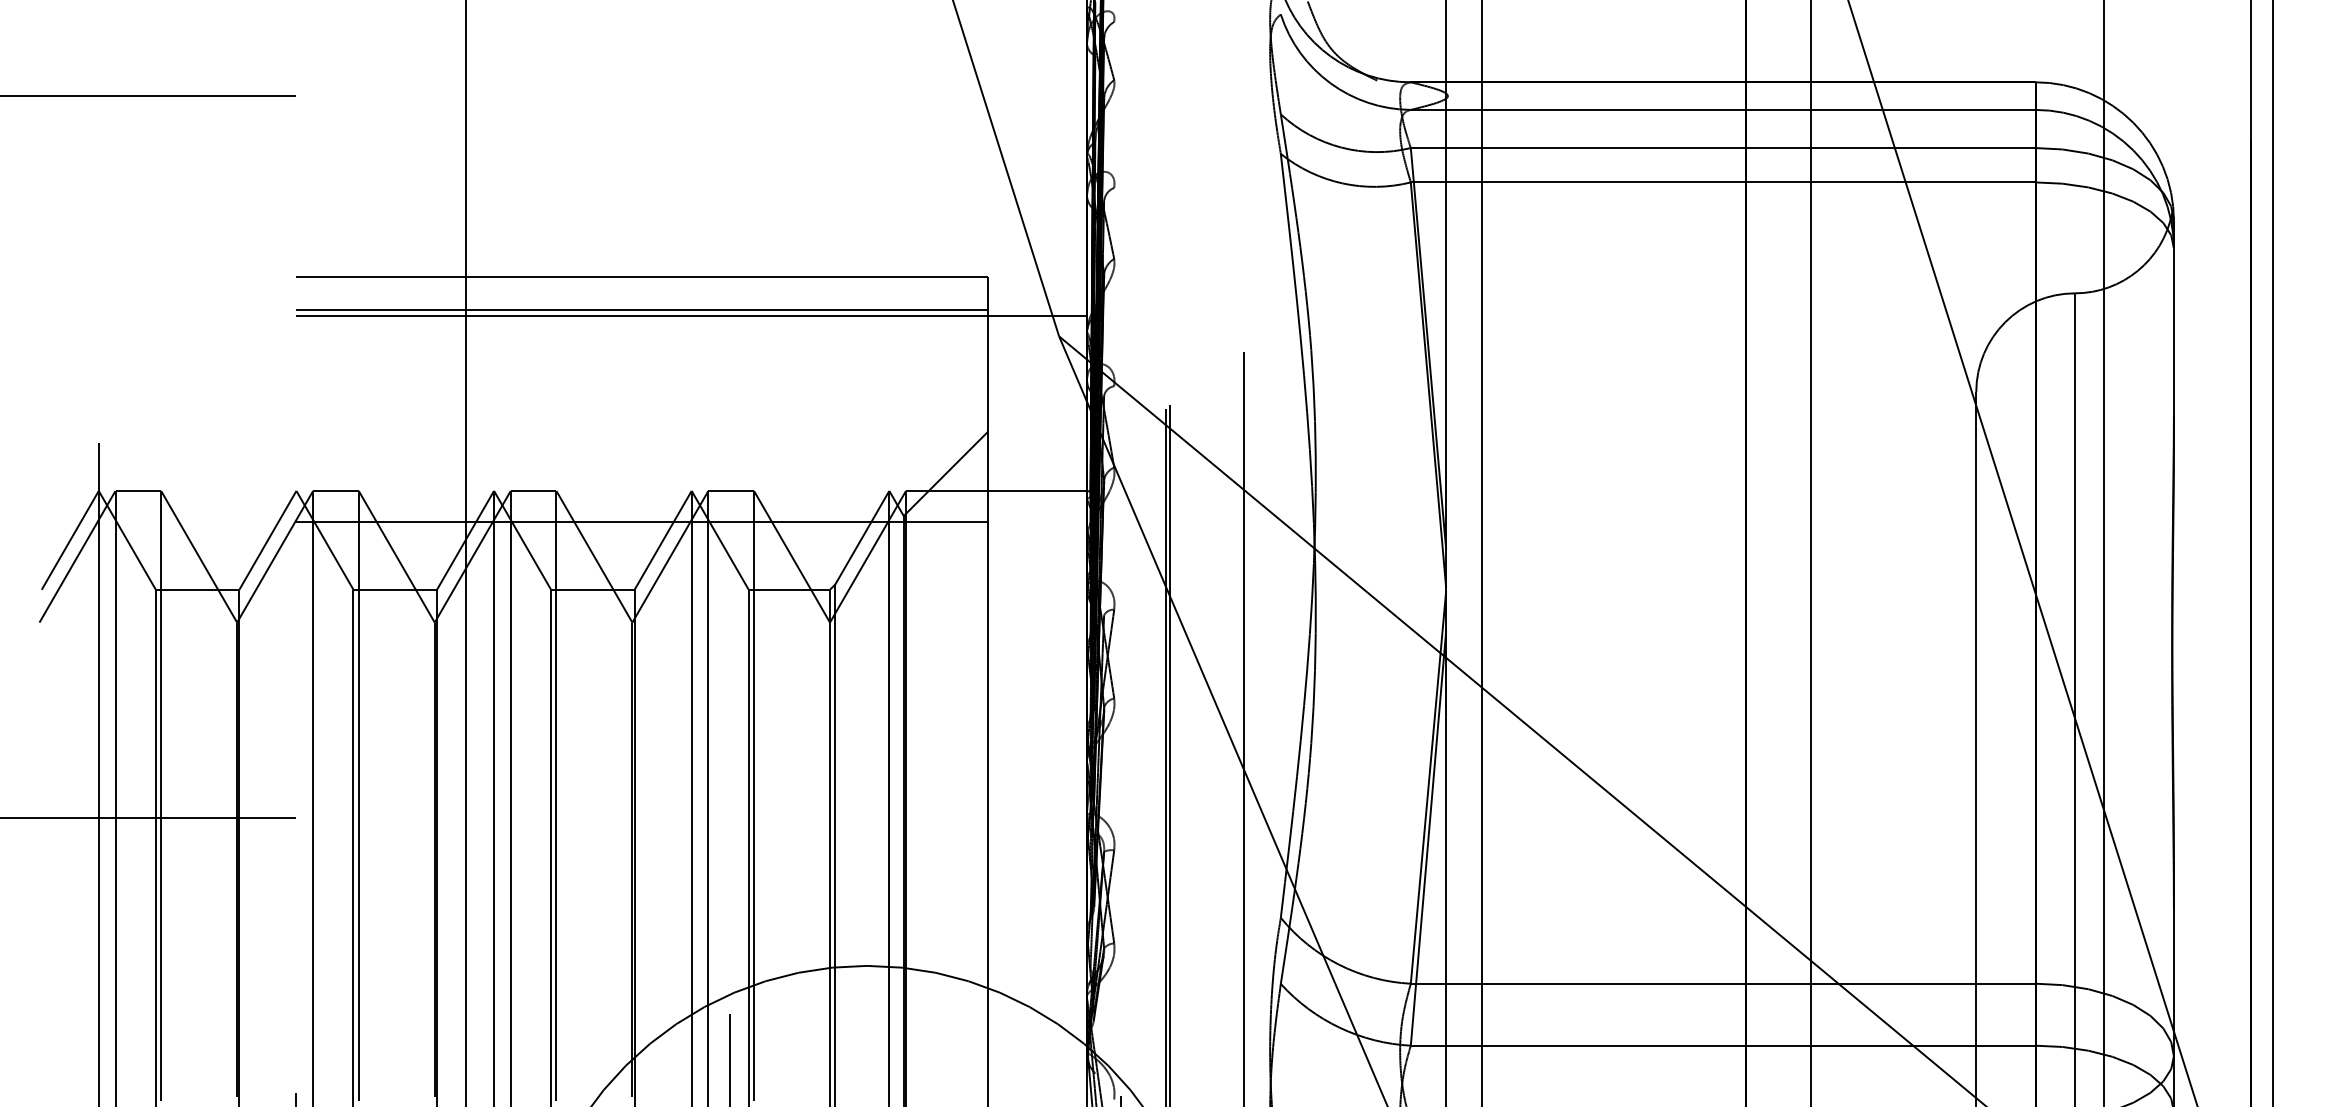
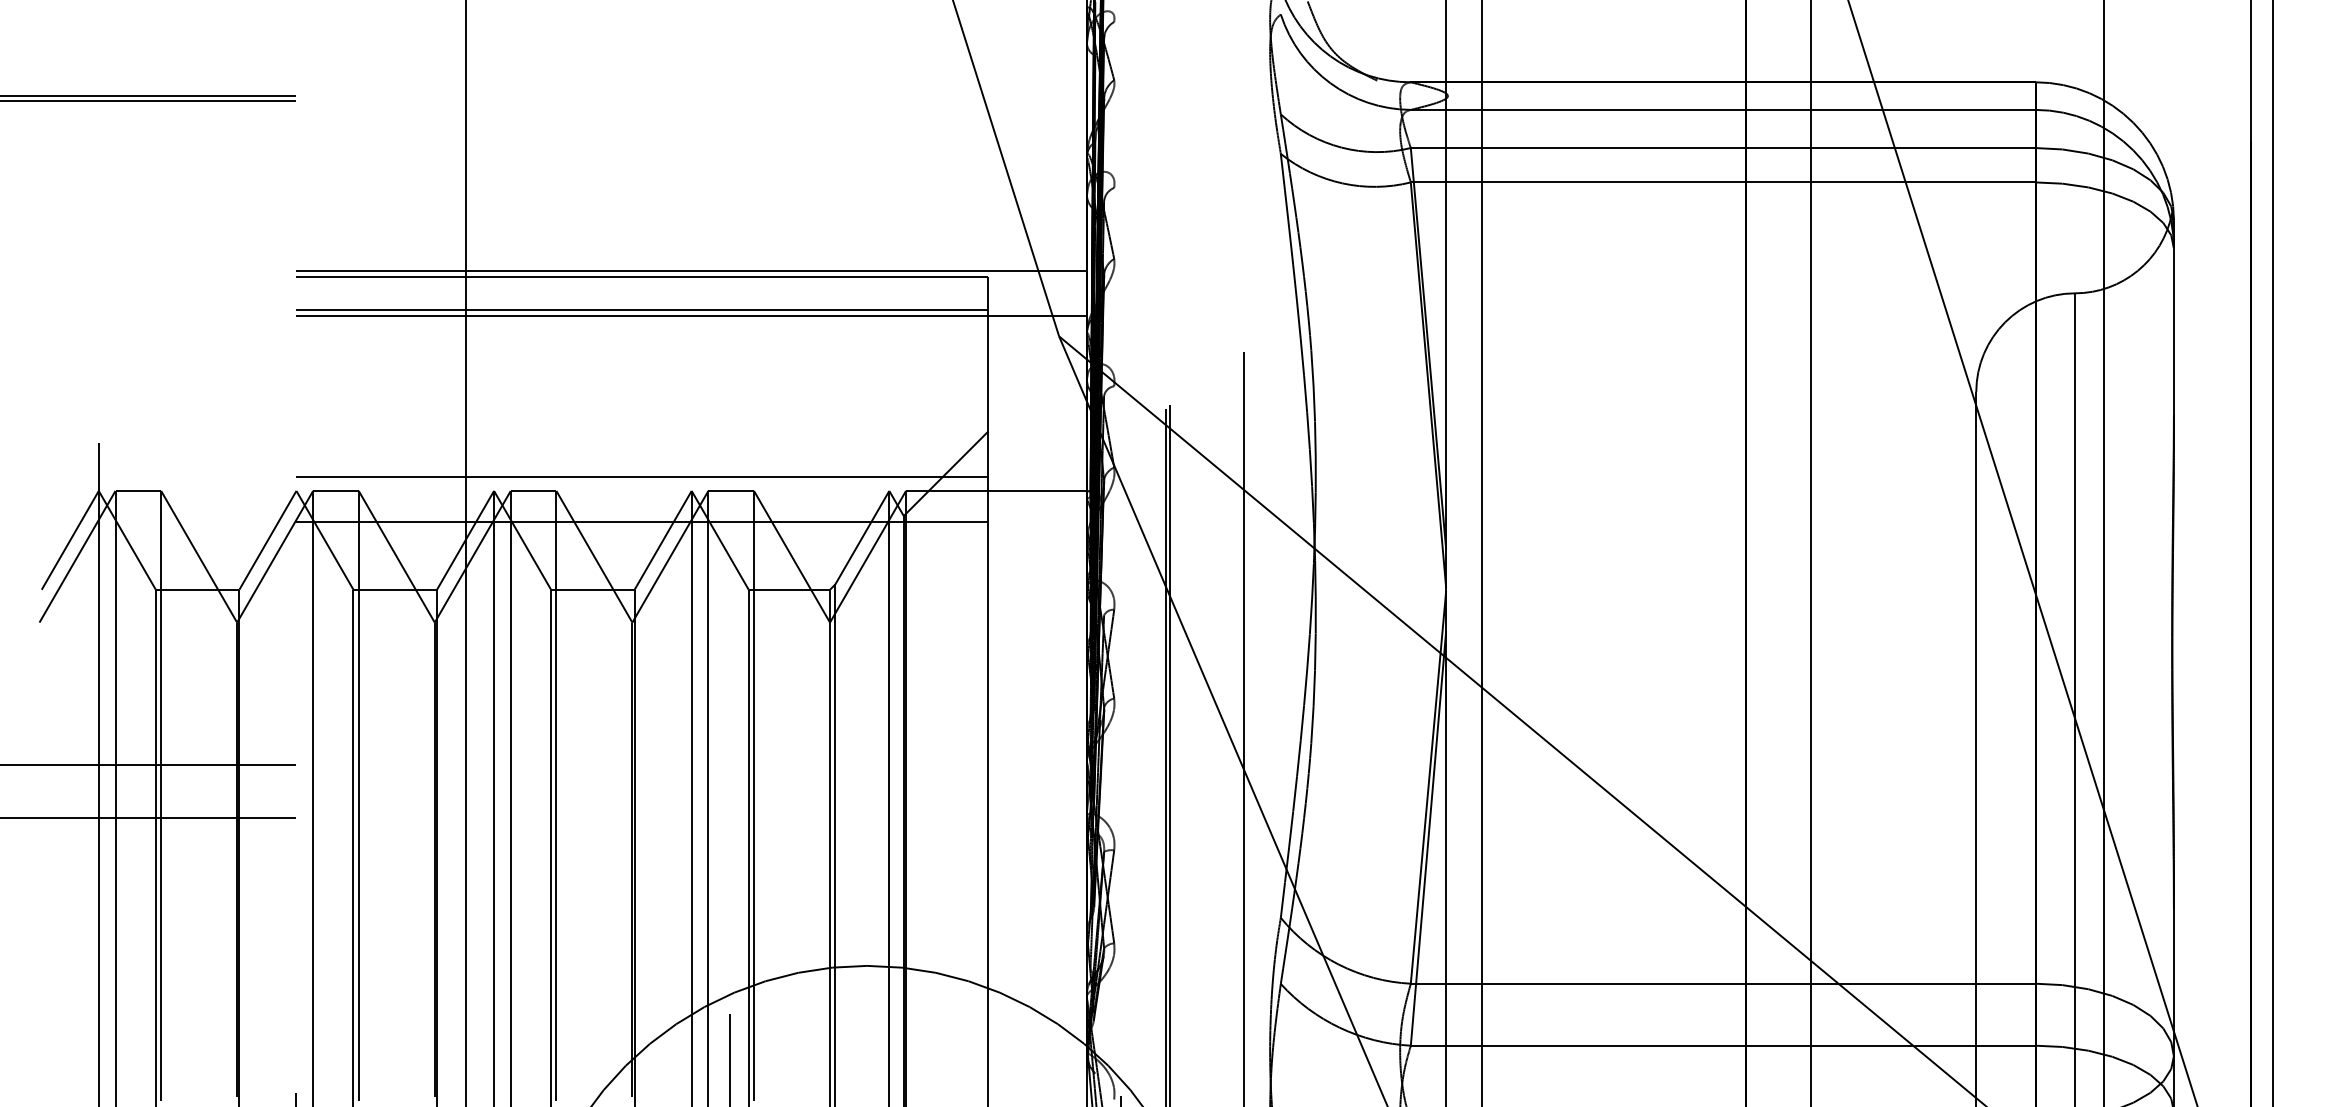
line at (149, 100): none -> present
line at (691, 271): none -> present
line at (642, 477): none -> present
line at (149, 765): none -> present
